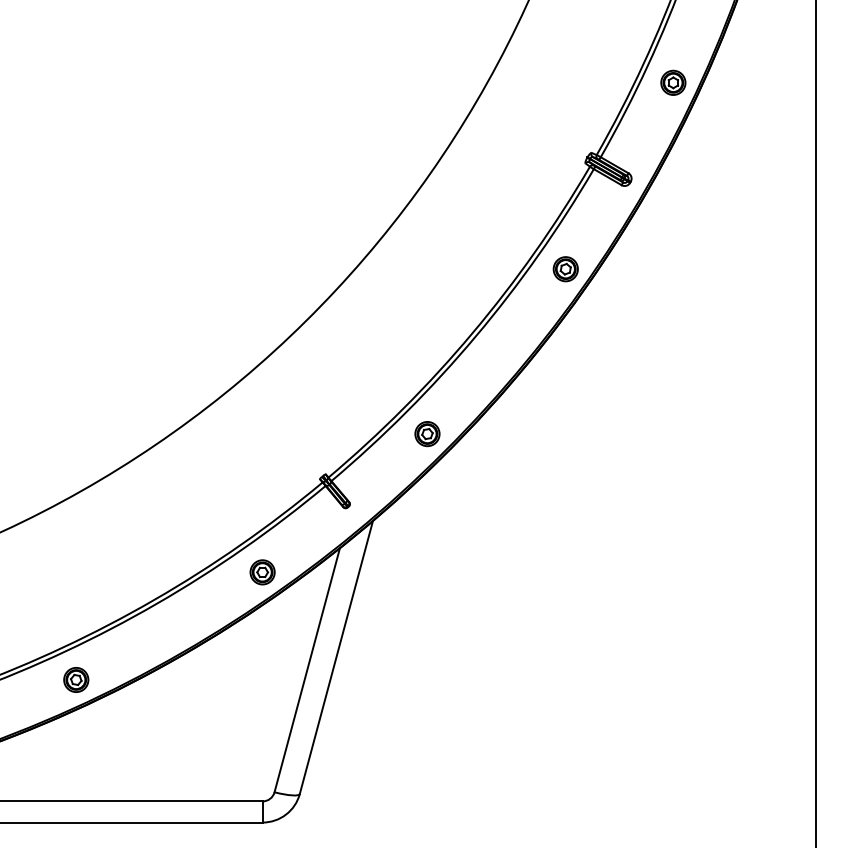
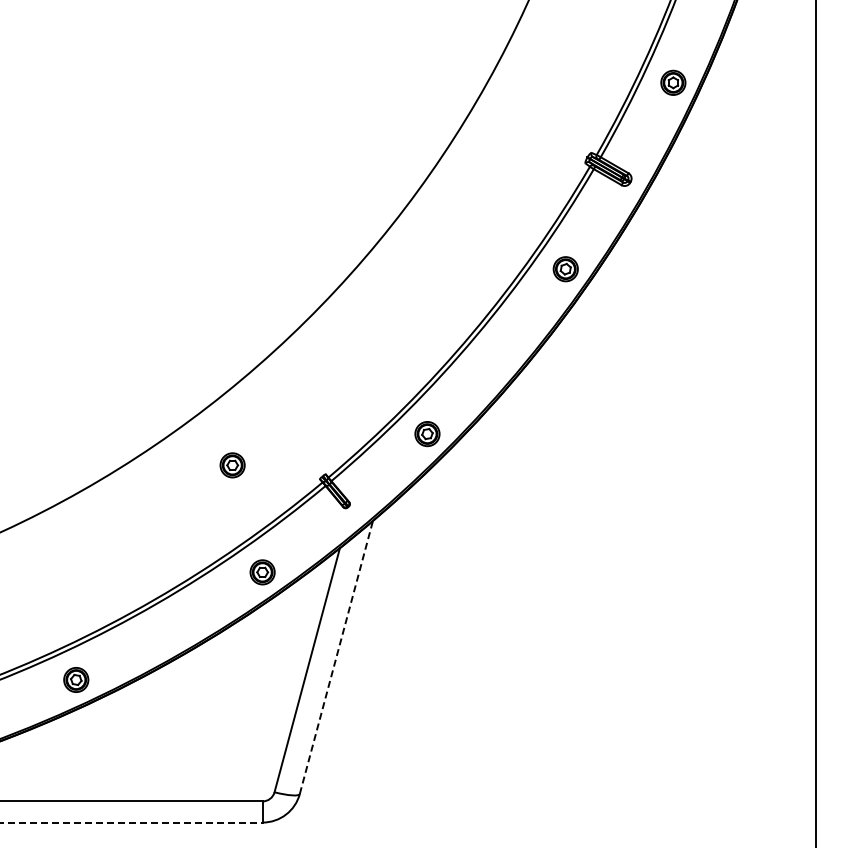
part at (232, 465): none -> present
line at (336, 657): solid -> dashed
line at (131, 822): solid -> dashed
